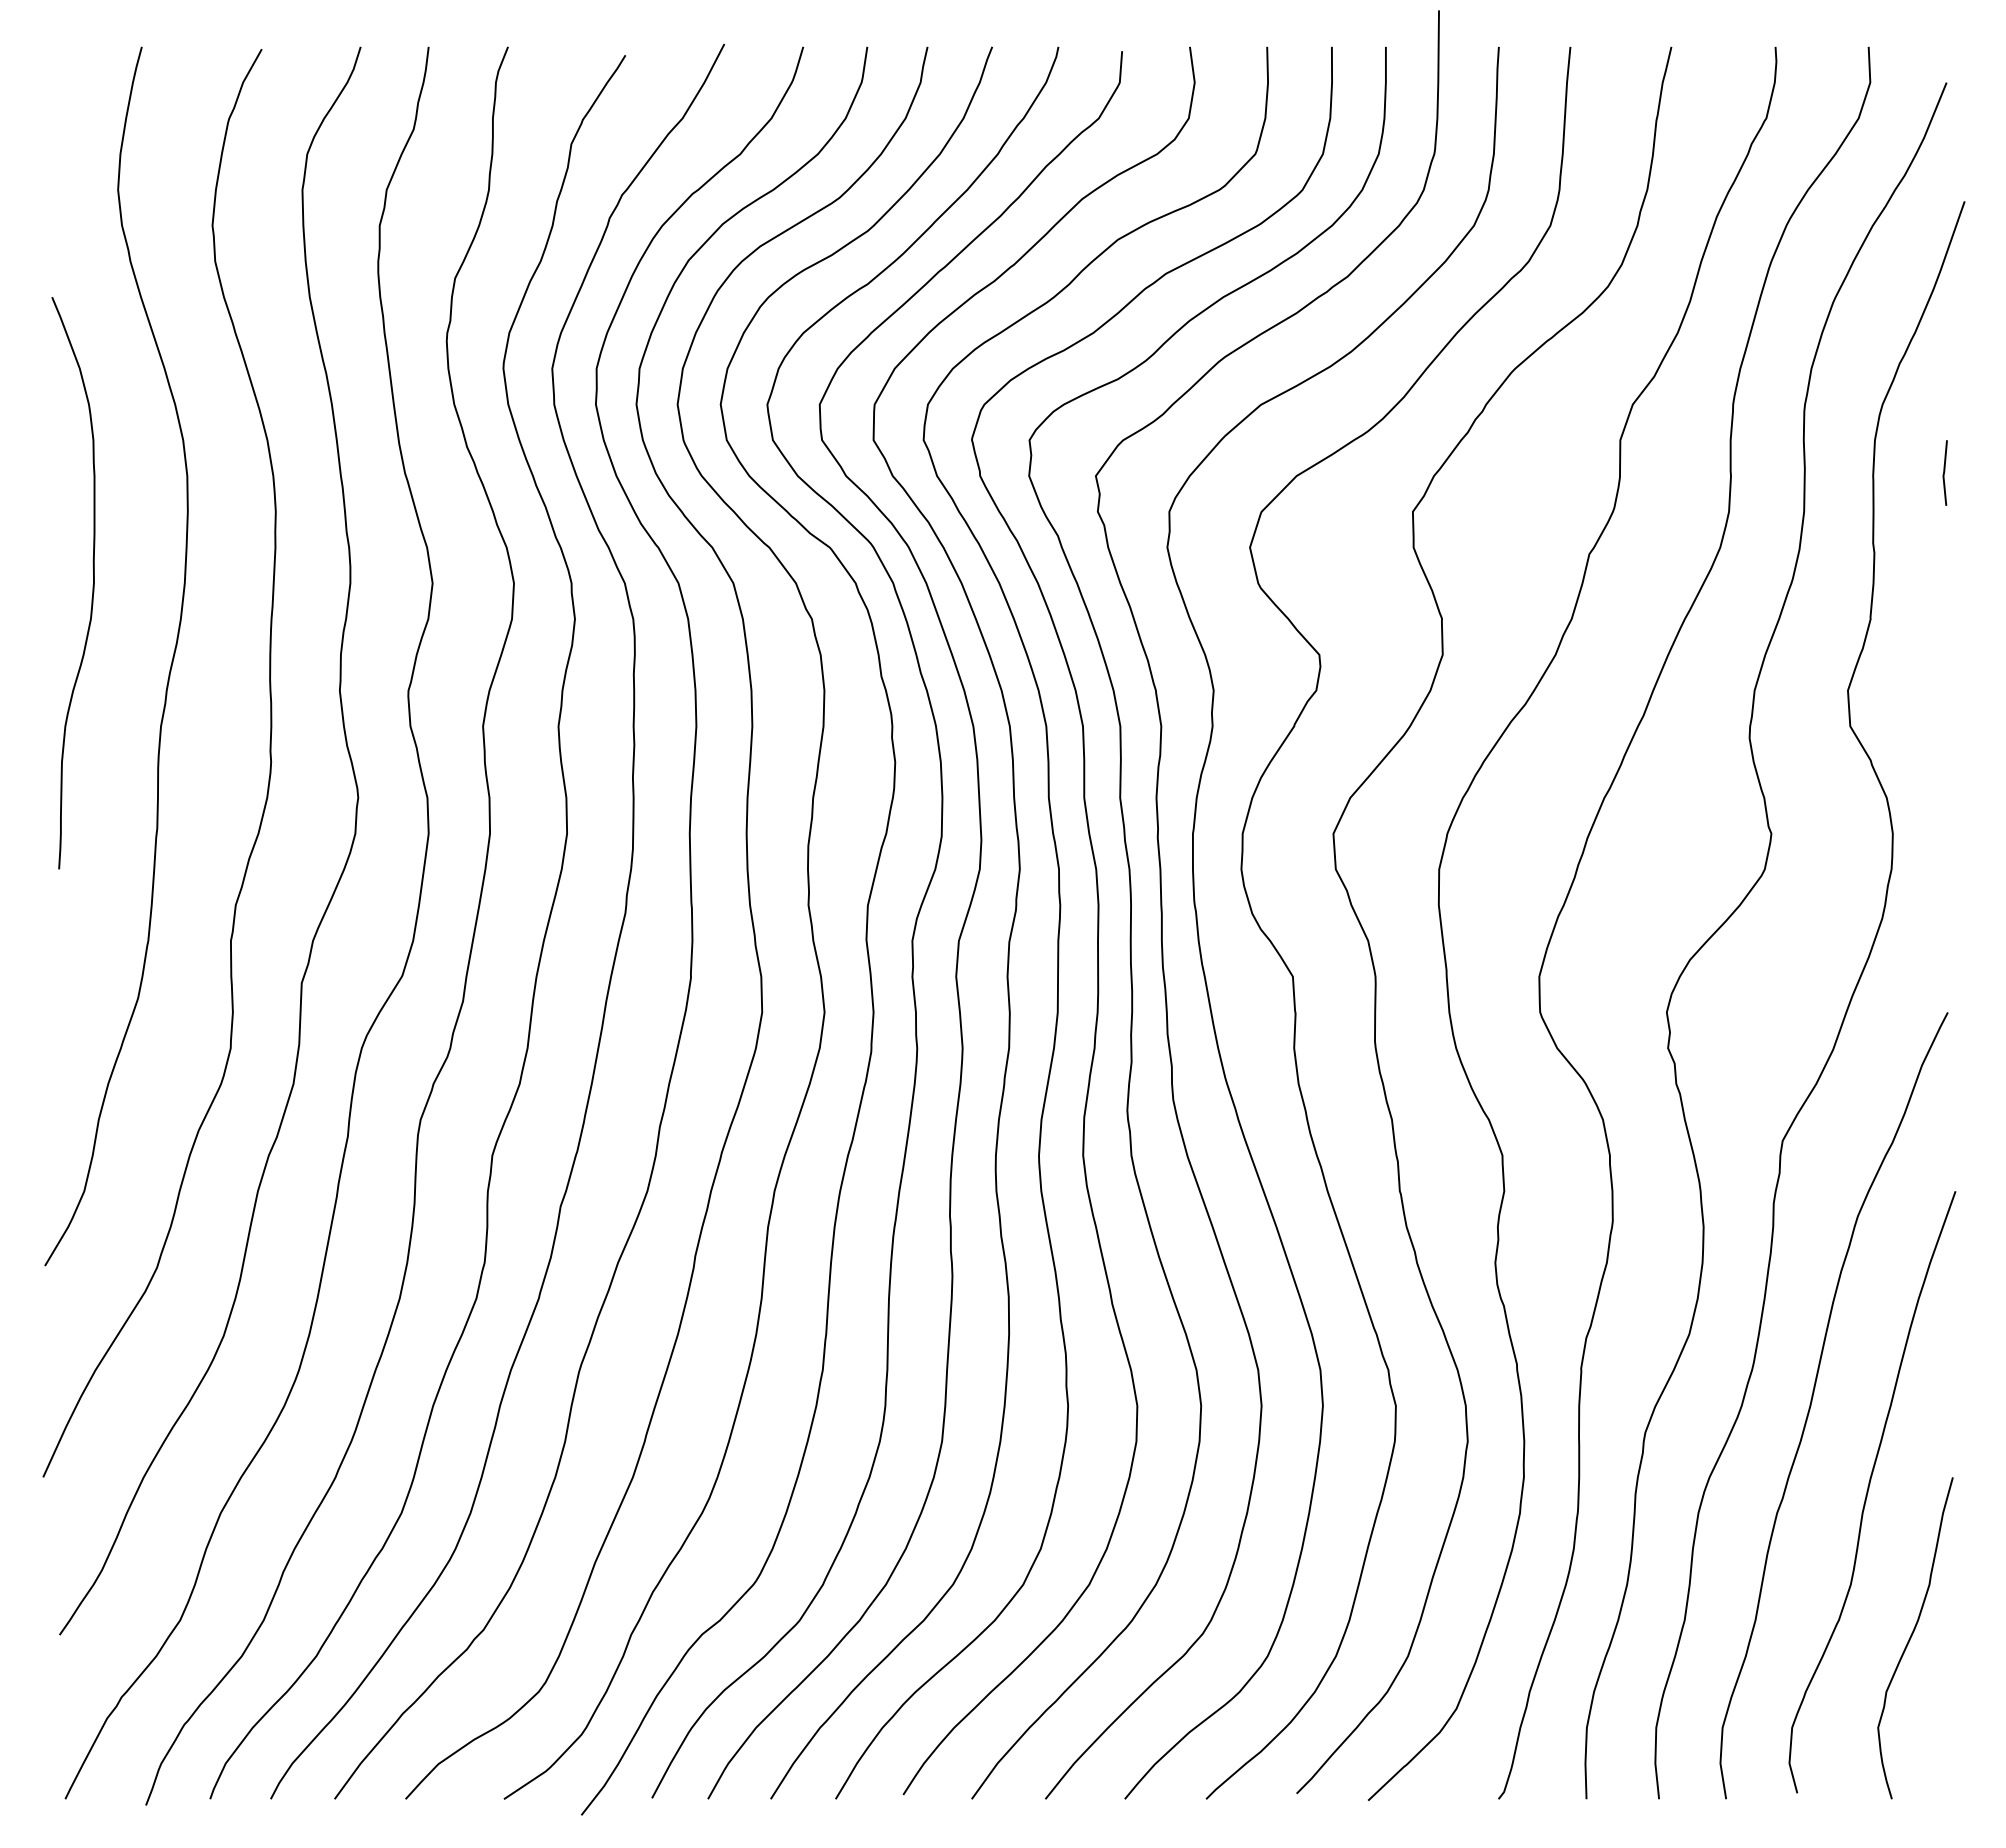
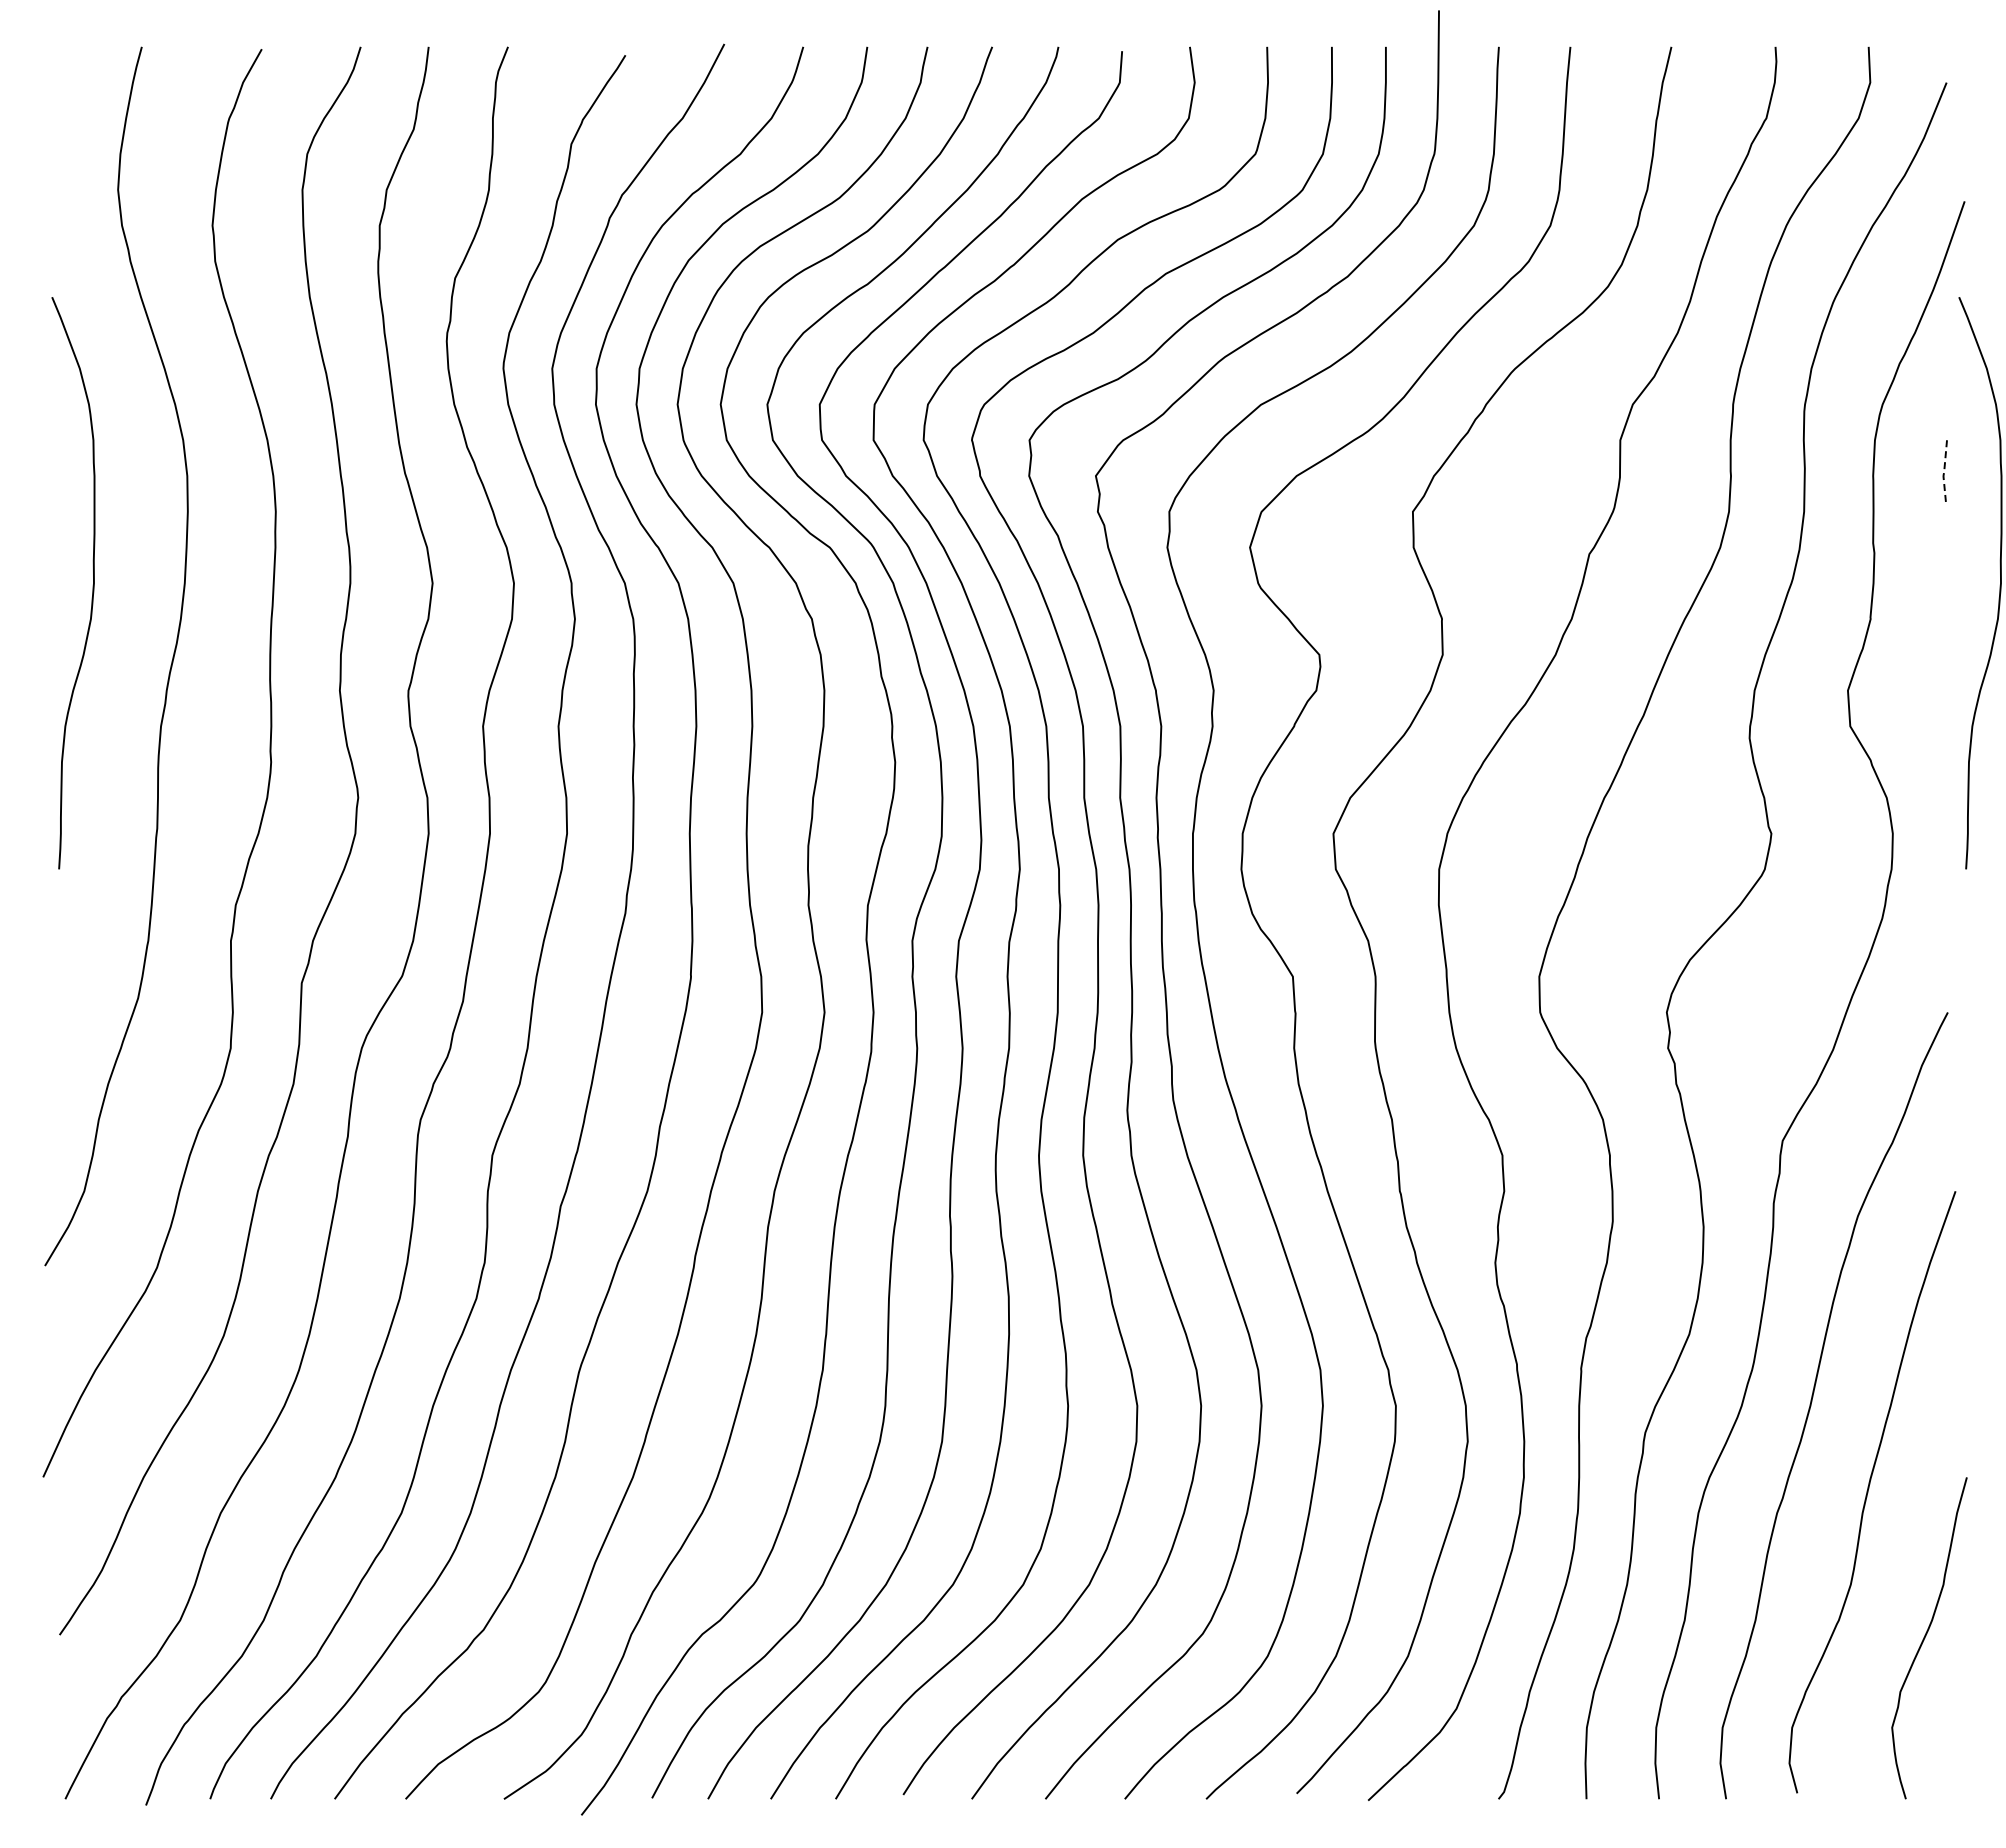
line at (1943, 473): solid -> dashed
curve at (1999, 585): none -> present
curve at (1912, 1636) position: (1912, 1636) -> (1926, 1636)
